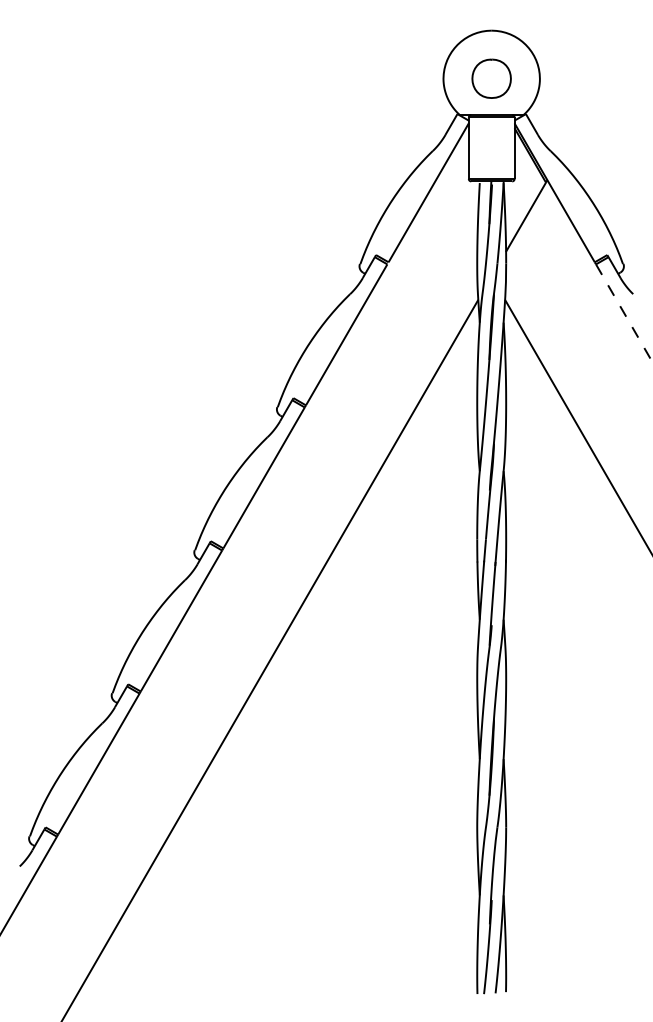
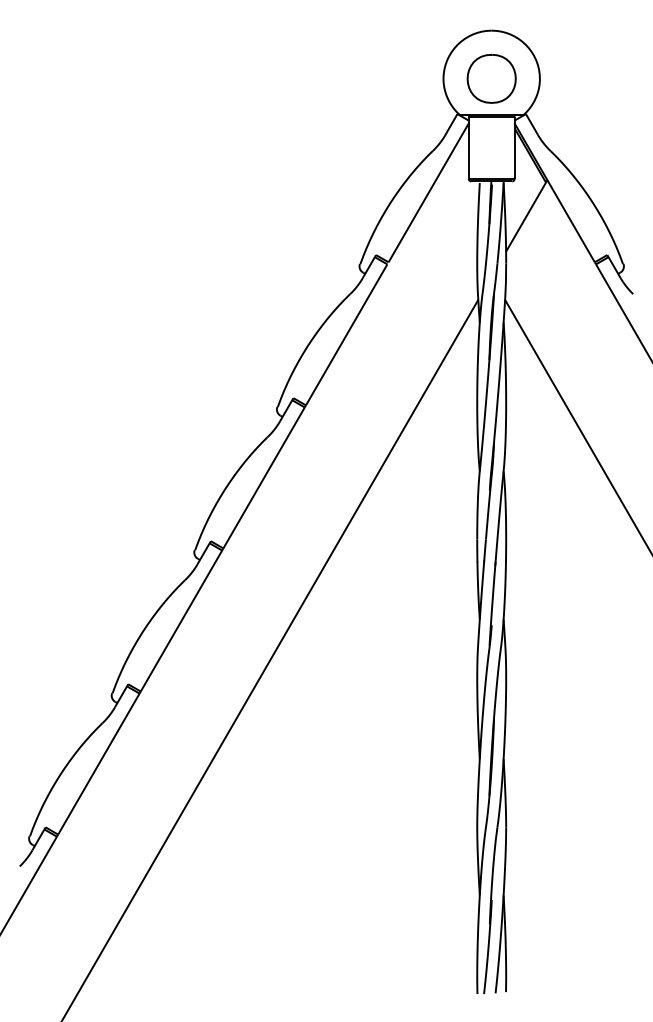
part at (491, 78) size: 41x41 px -> 51x51 px
line at (624, 313): dashed -> solid
